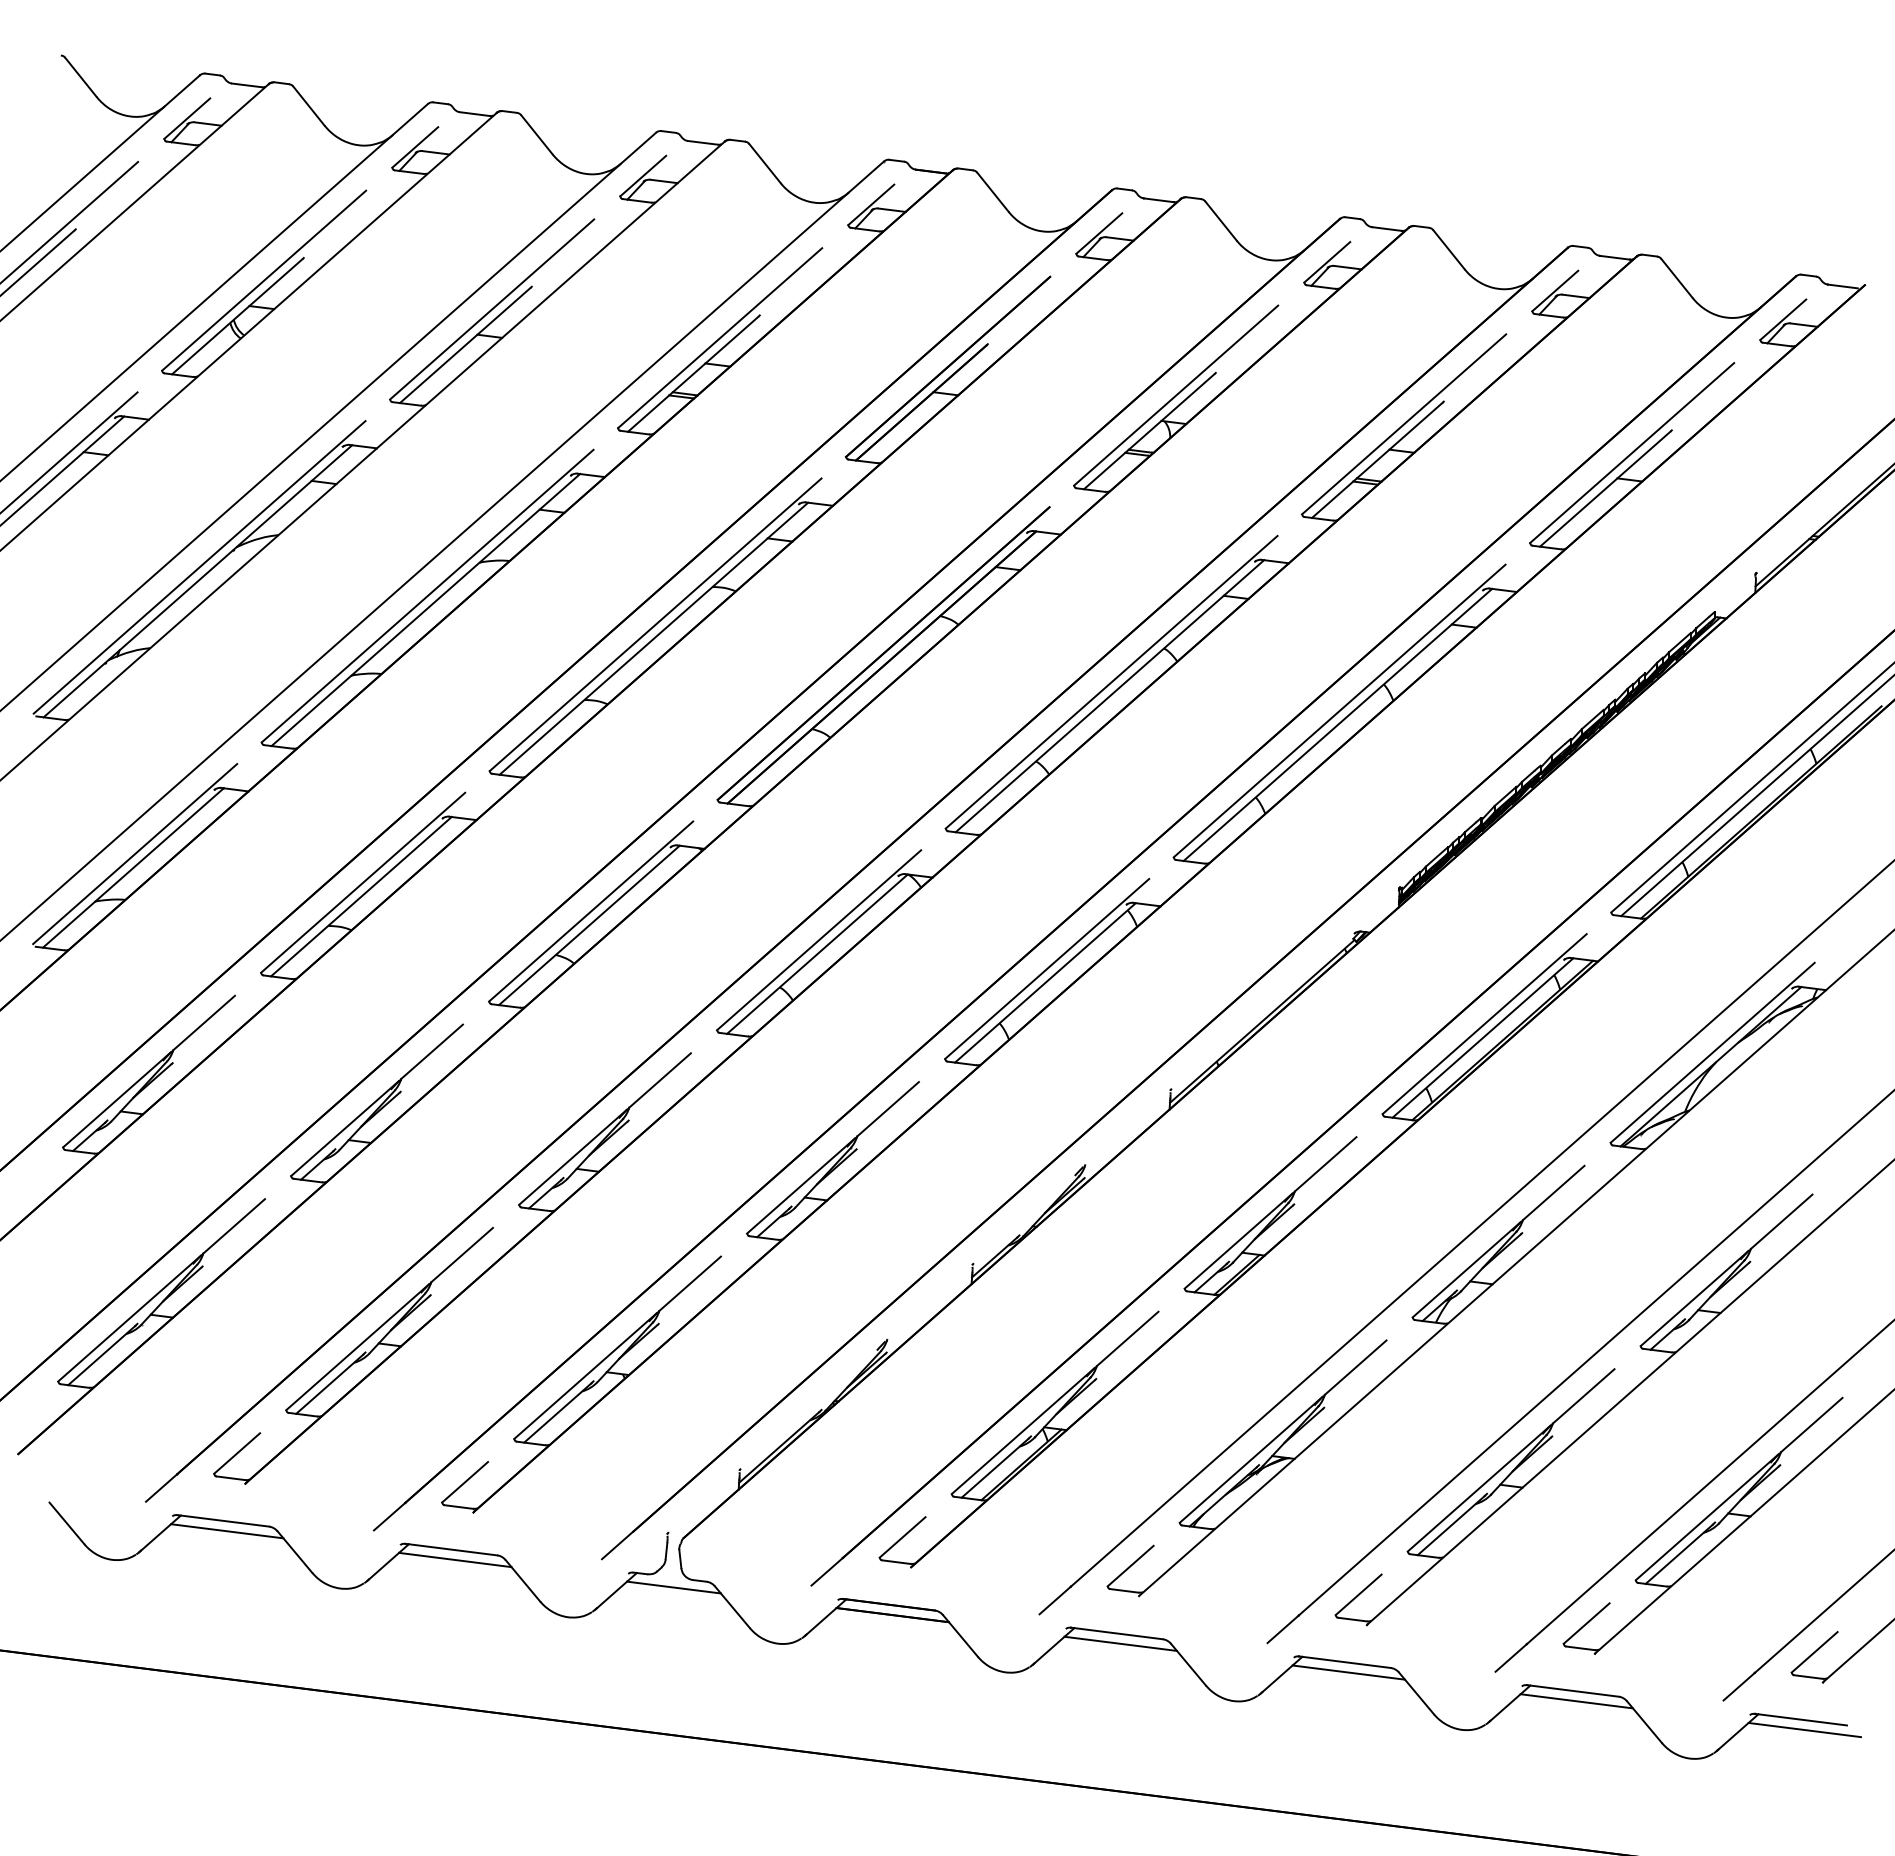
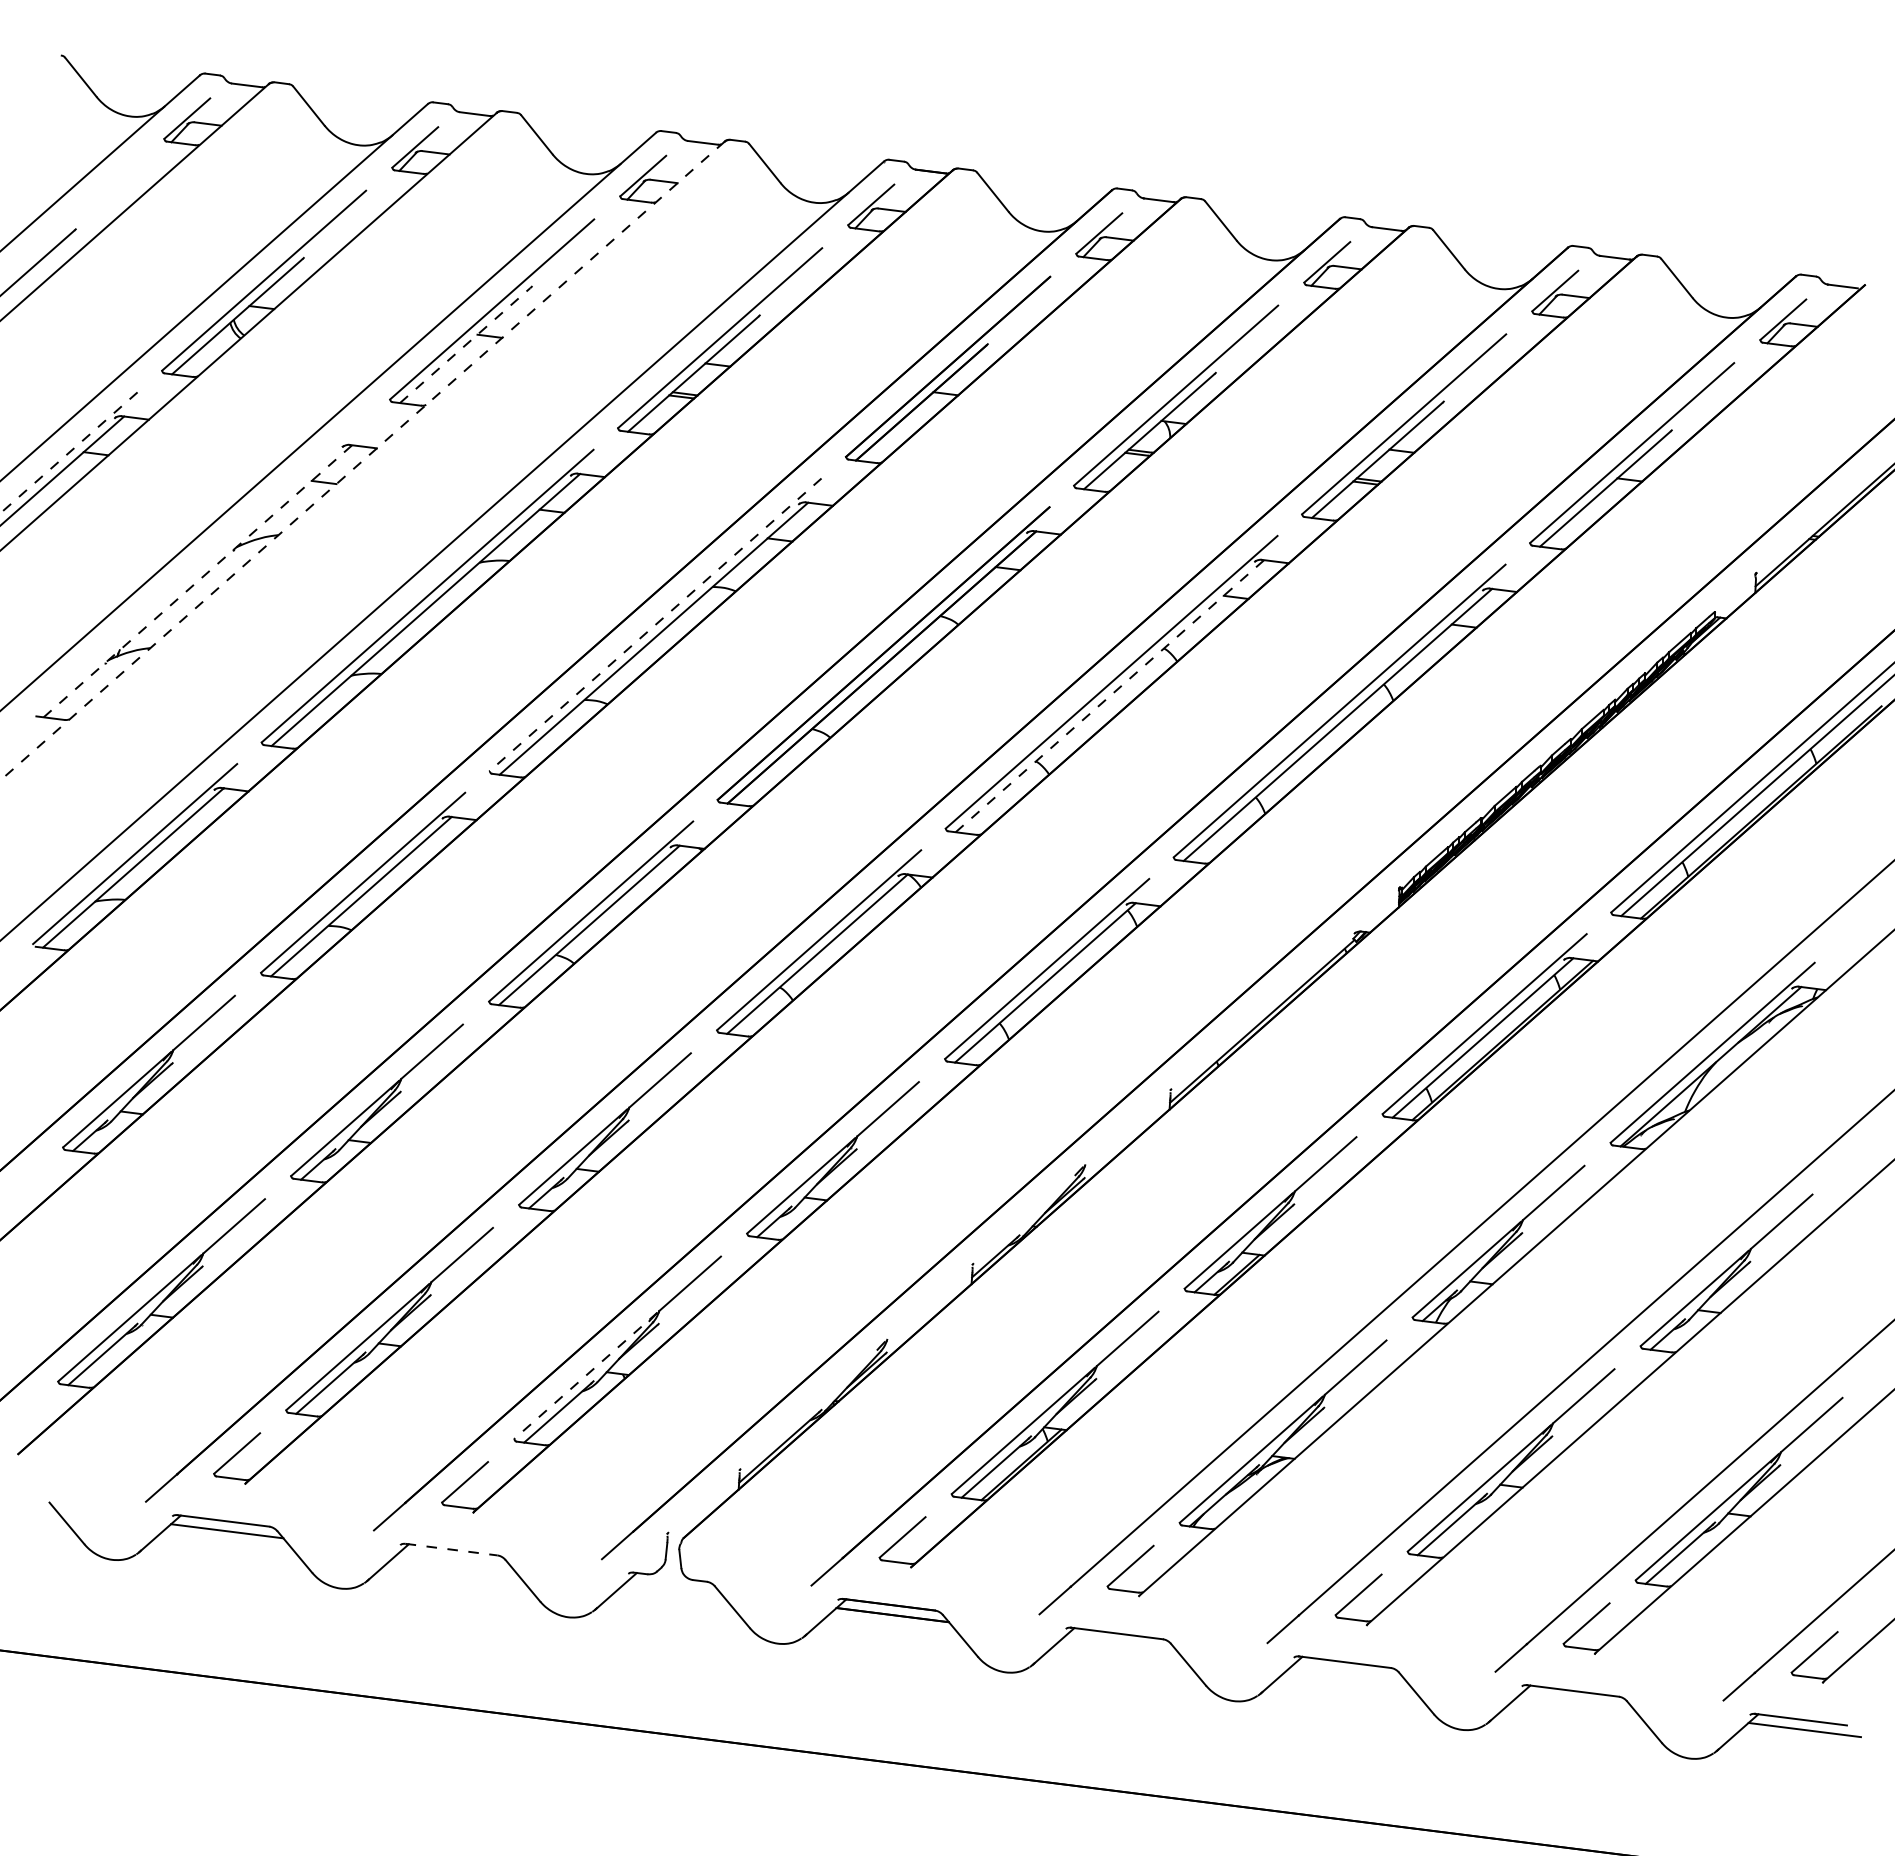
line at (70, 221): present -> none
line at (465, 345): solid -> dashed
line at (68, 453): solid -> dashed
line at (362, 460): solid -> dashed
line at (199, 567): present -> none
line at (197, 581): solid -> dashed
line at (655, 625): solid -> dashed
line at (1109, 696): solid -> dashed
line at (585, 1376): solid -> dashed
line at (452, 1549): solid -> dashed
line at (455, 1559): present -> none
line at (673, 1587): present -> none
line at (1120, 1643): present -> none
line at (1348, 1672): present -> none
line at (1576, 1701): present -> none
